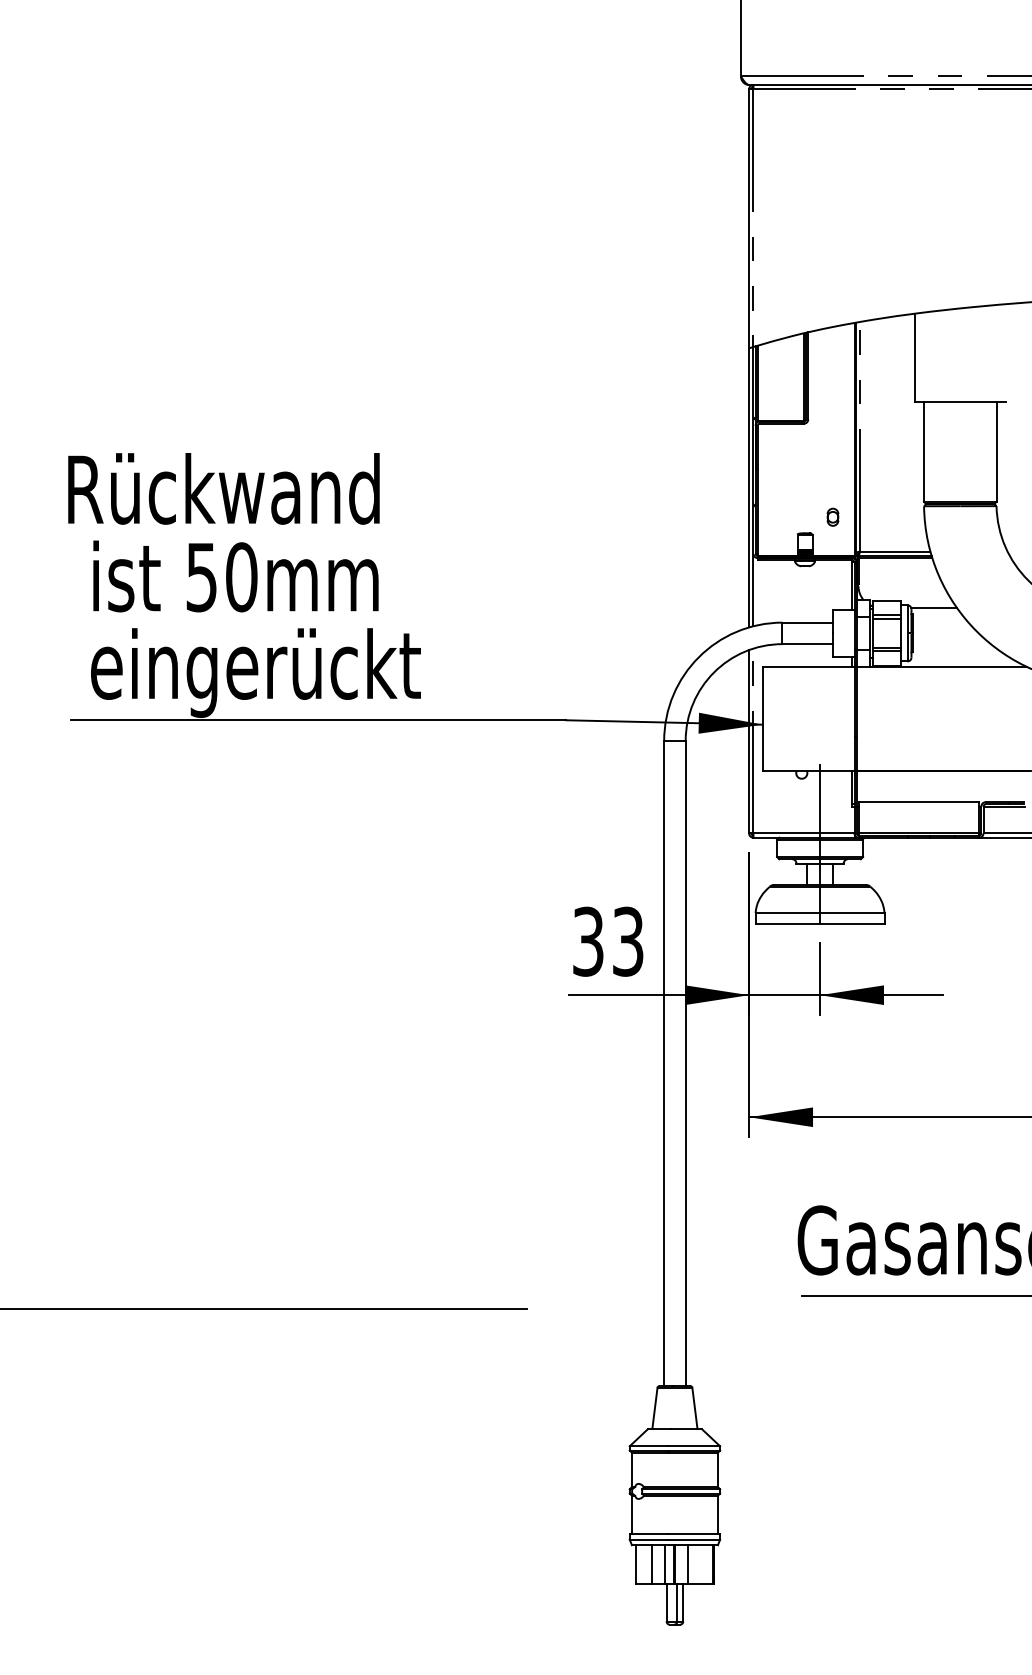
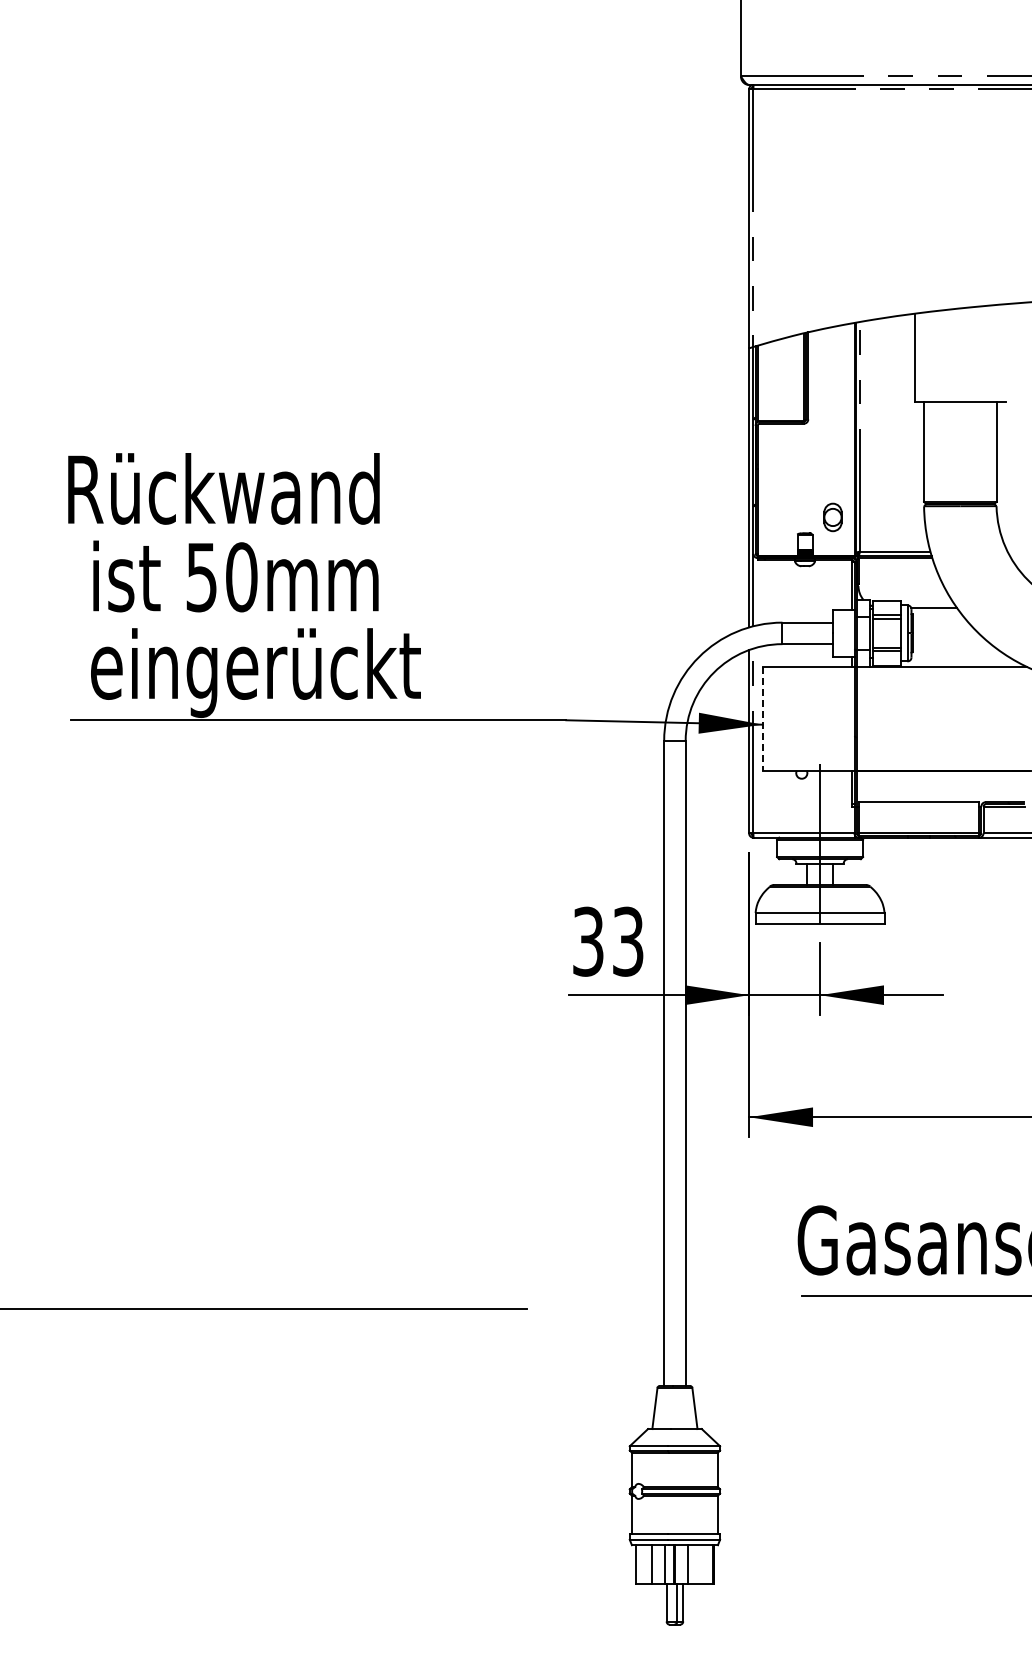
part at (832, 516) size: 14x20 px -> 20x31 px
line at (762, 718): solid -> dashed
